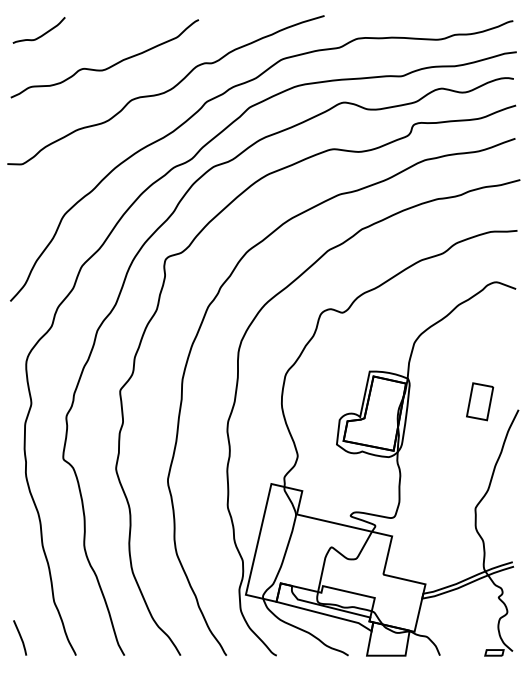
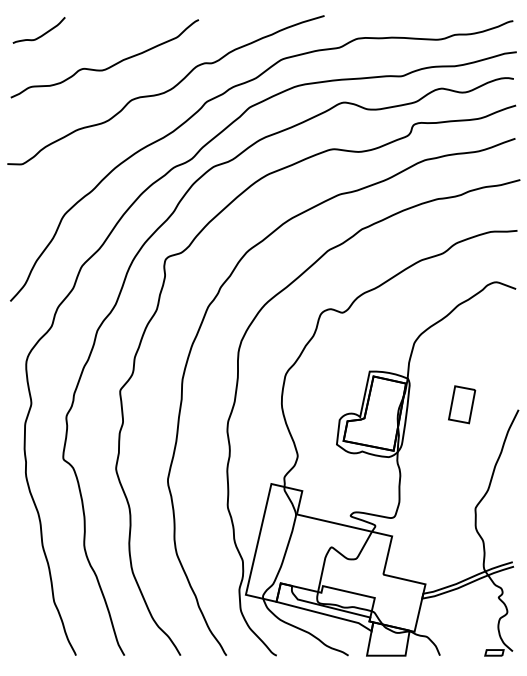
part at (480, 401) position: (480, 401) -> (462, 404)
line at (20, 637): present -> none
